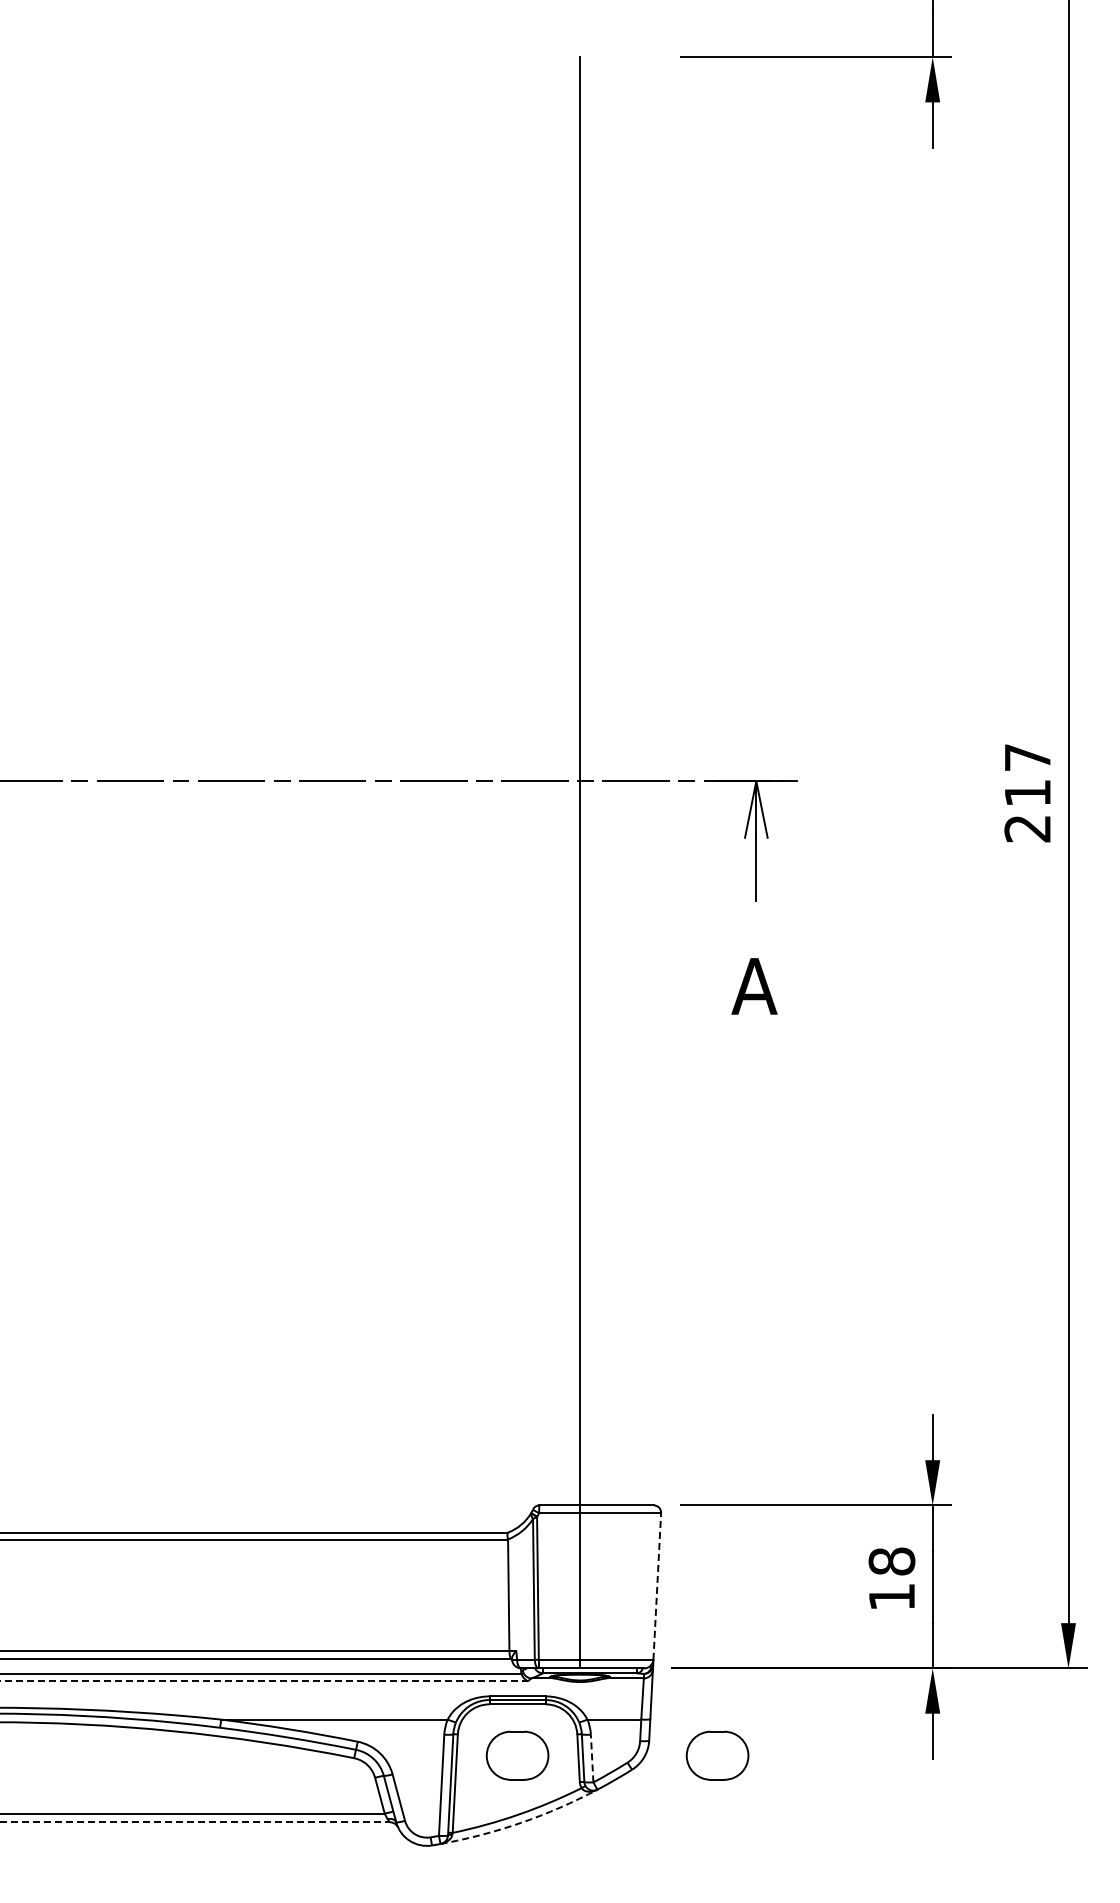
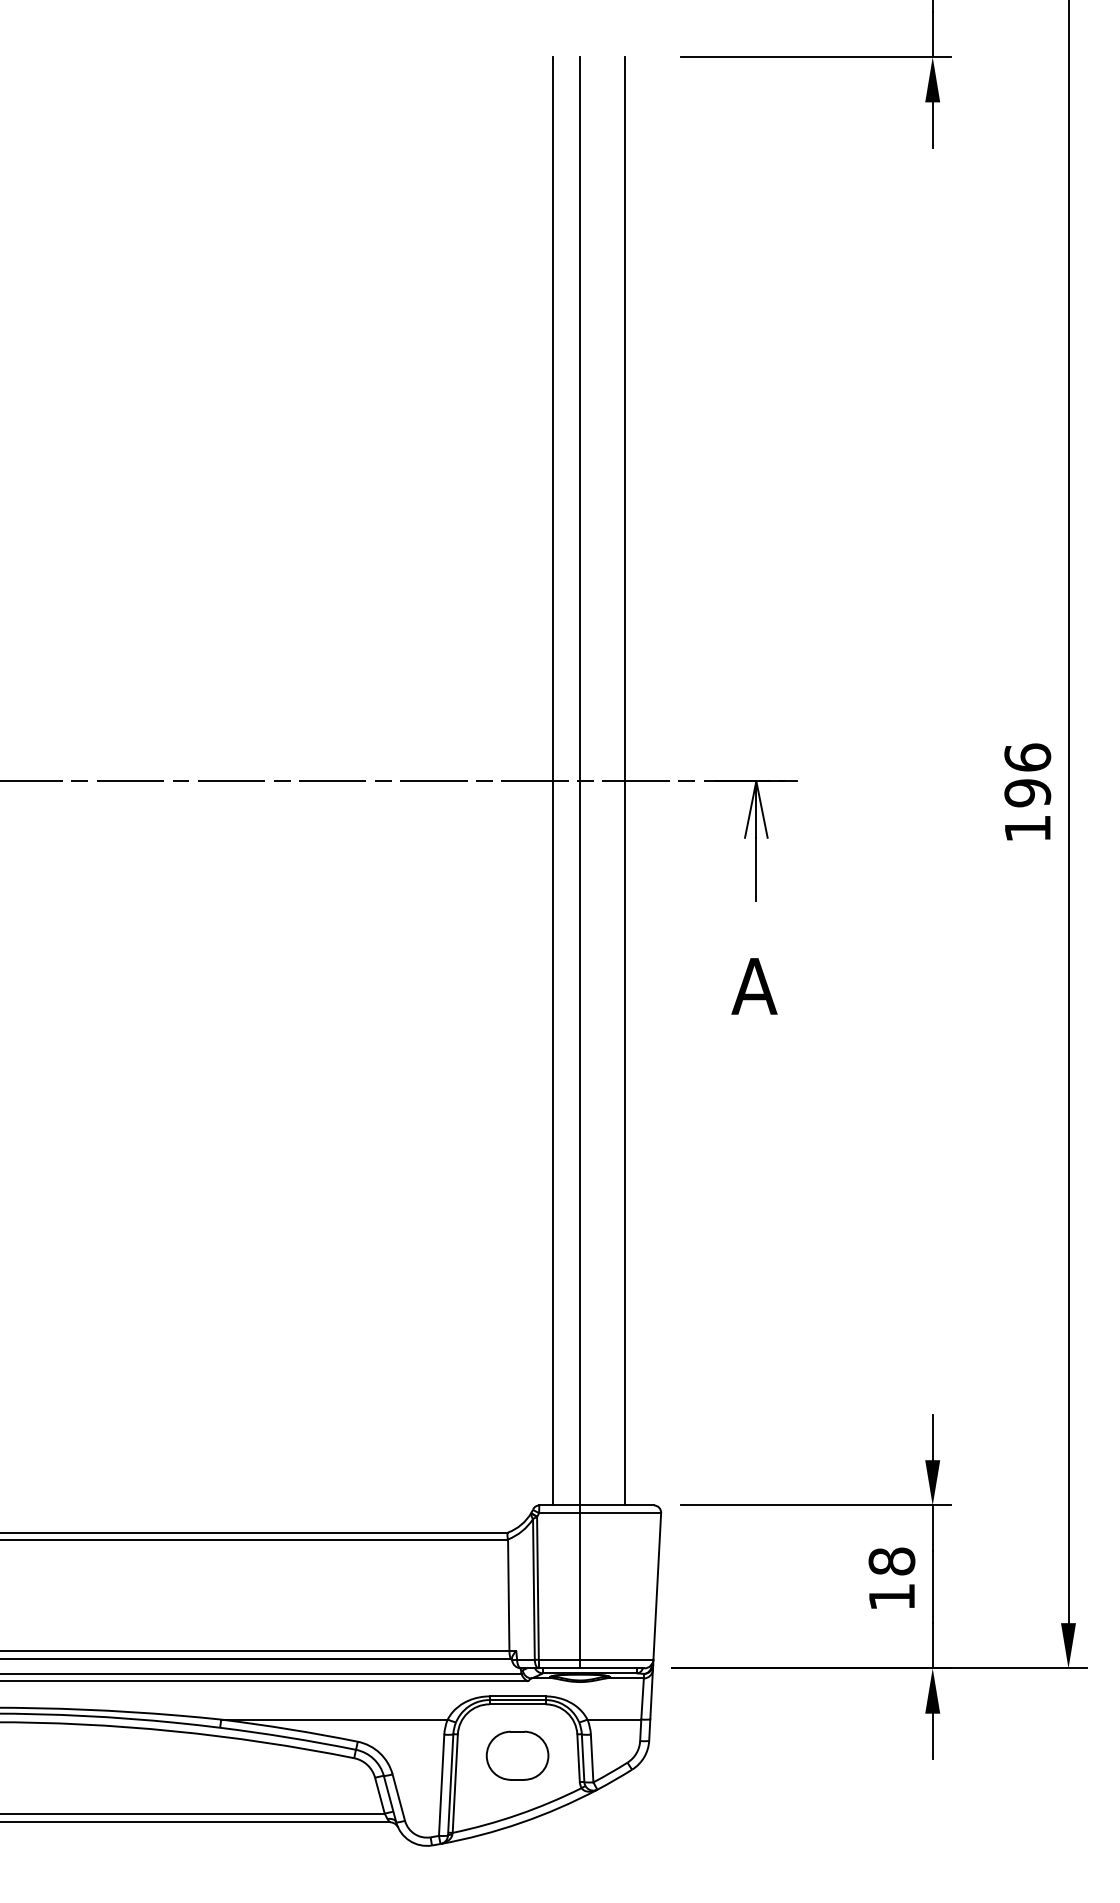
line at (552, 781): none -> present
line at (625, 781): none -> present
text at (1027, 792): 217 -> 196
line at (657, 1585): dashed -> solid
line at (264, 1681): dashed -> solid
part at (717, 1755): present -> none
line at (592, 1758): dashed -> solid
line at (195, 1822): dashed -> solid
arc at (521, 1822): dashed -> solid
